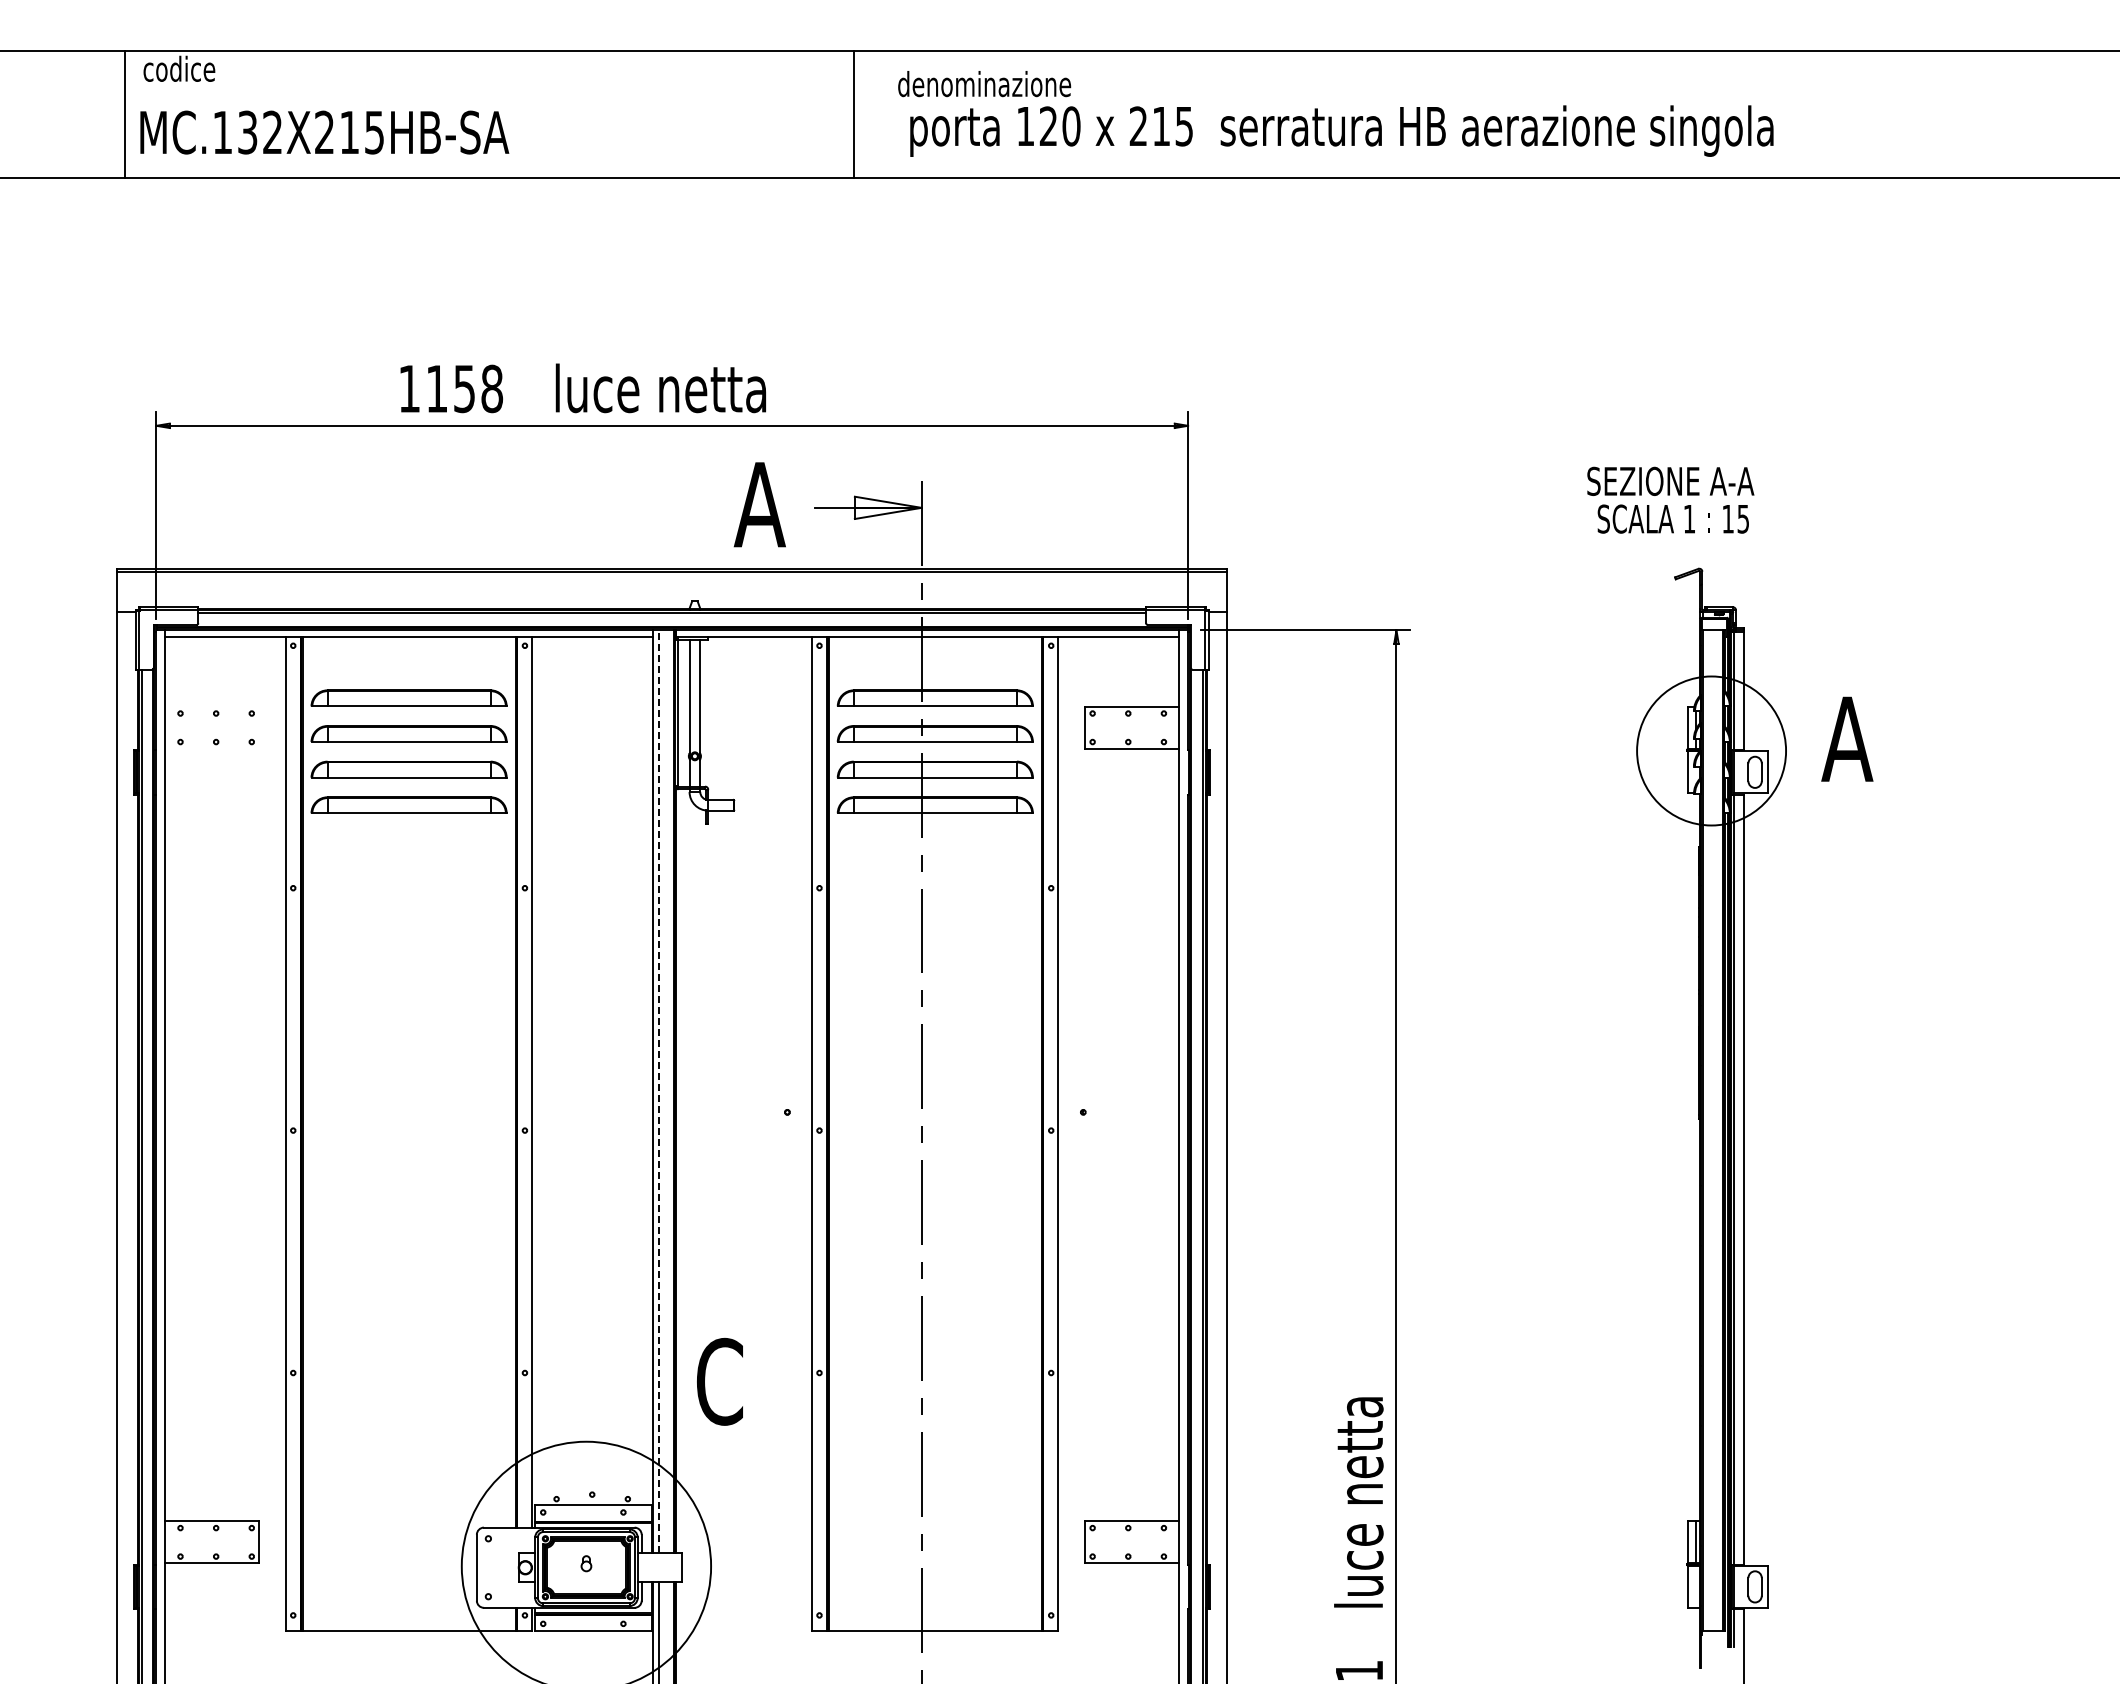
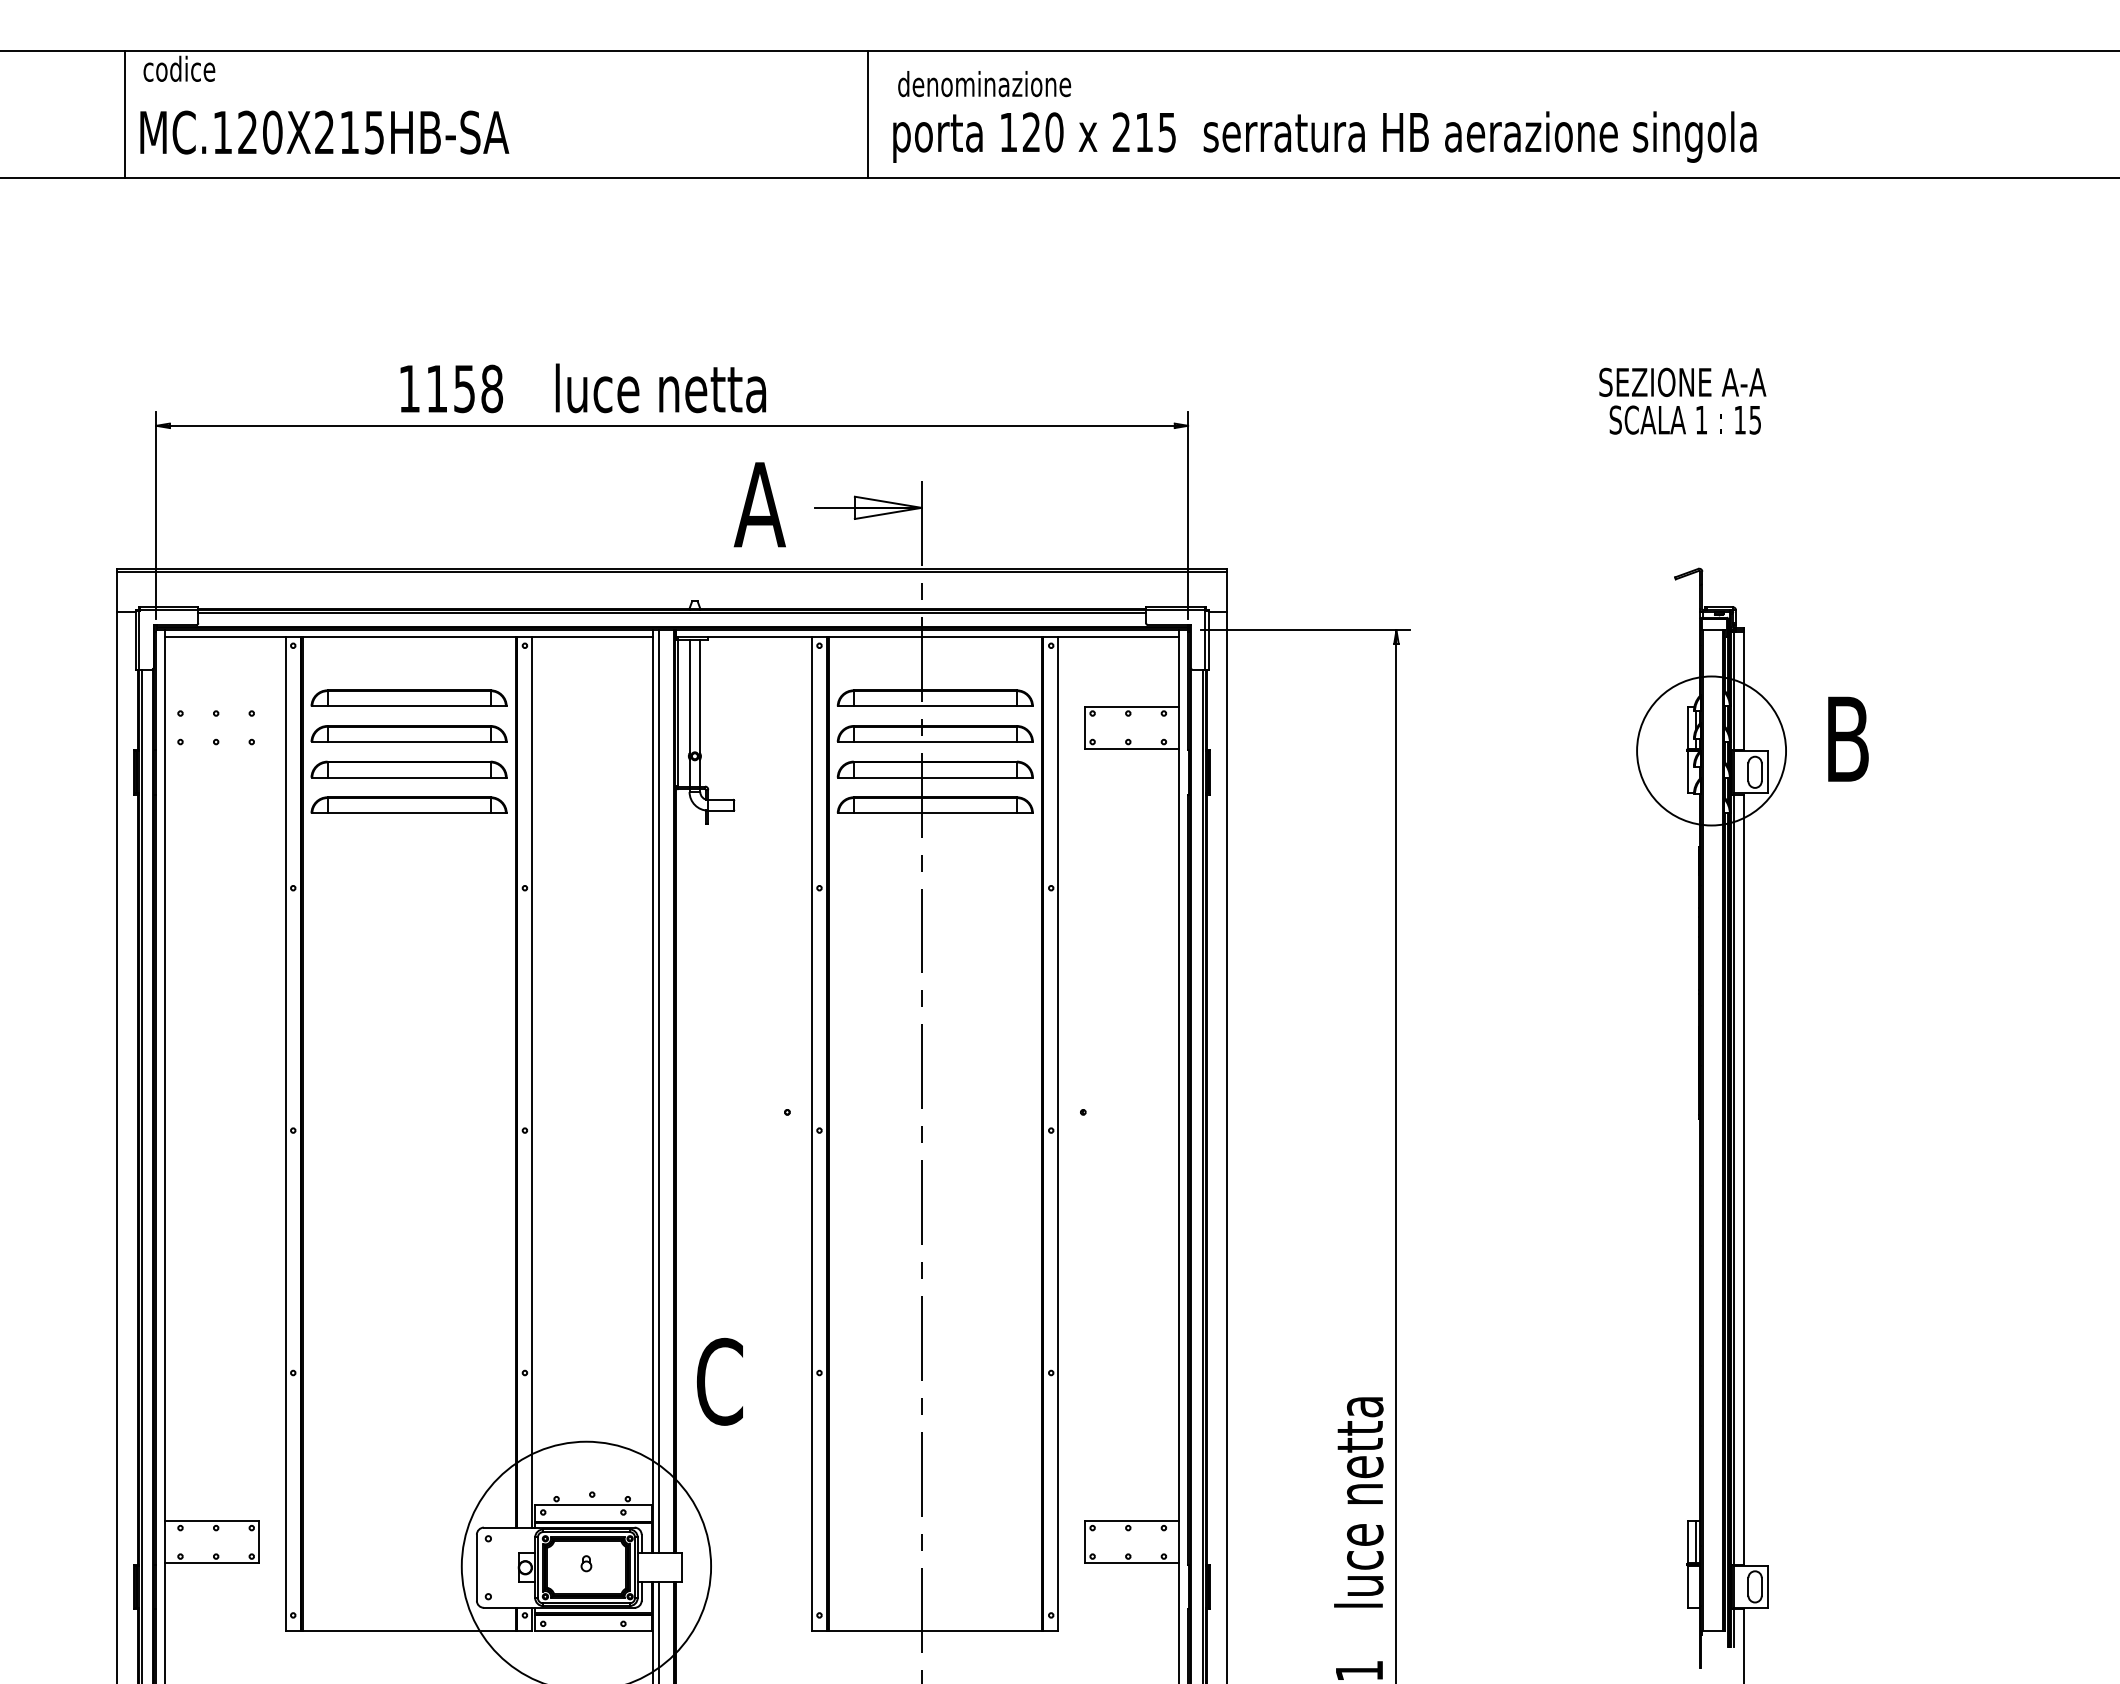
line at (853, 113) position: (853, 113) -> (867, 113)
text at (1341, 130) position: (1341, 130) -> (1324, 136)
text at (260, 132): MC.132X215HB-SA -> MC.120X215HB-SA
text at (1670, 499) position: (1670, 499) -> (1682, 400)
text at (1847, 738): A -> B
line at (659, 1091): dashed -> solid
